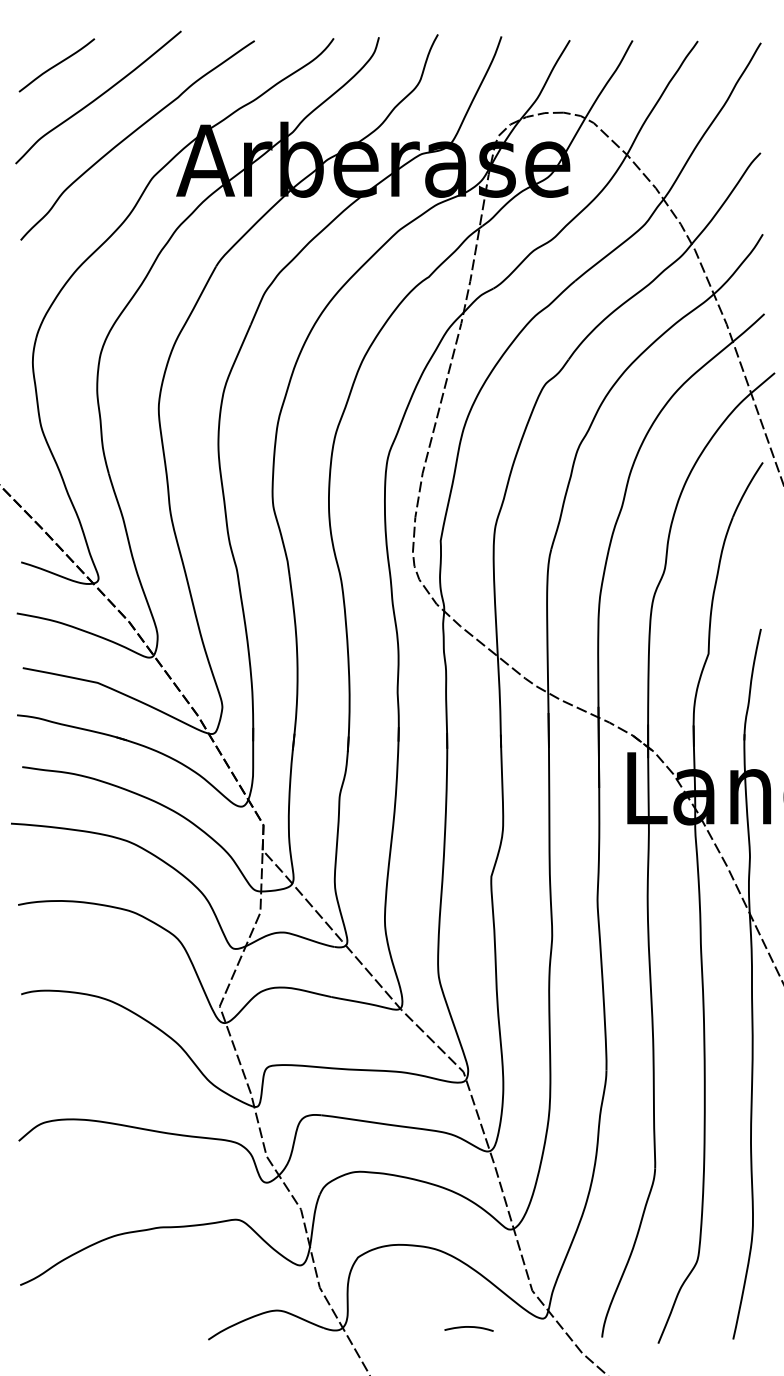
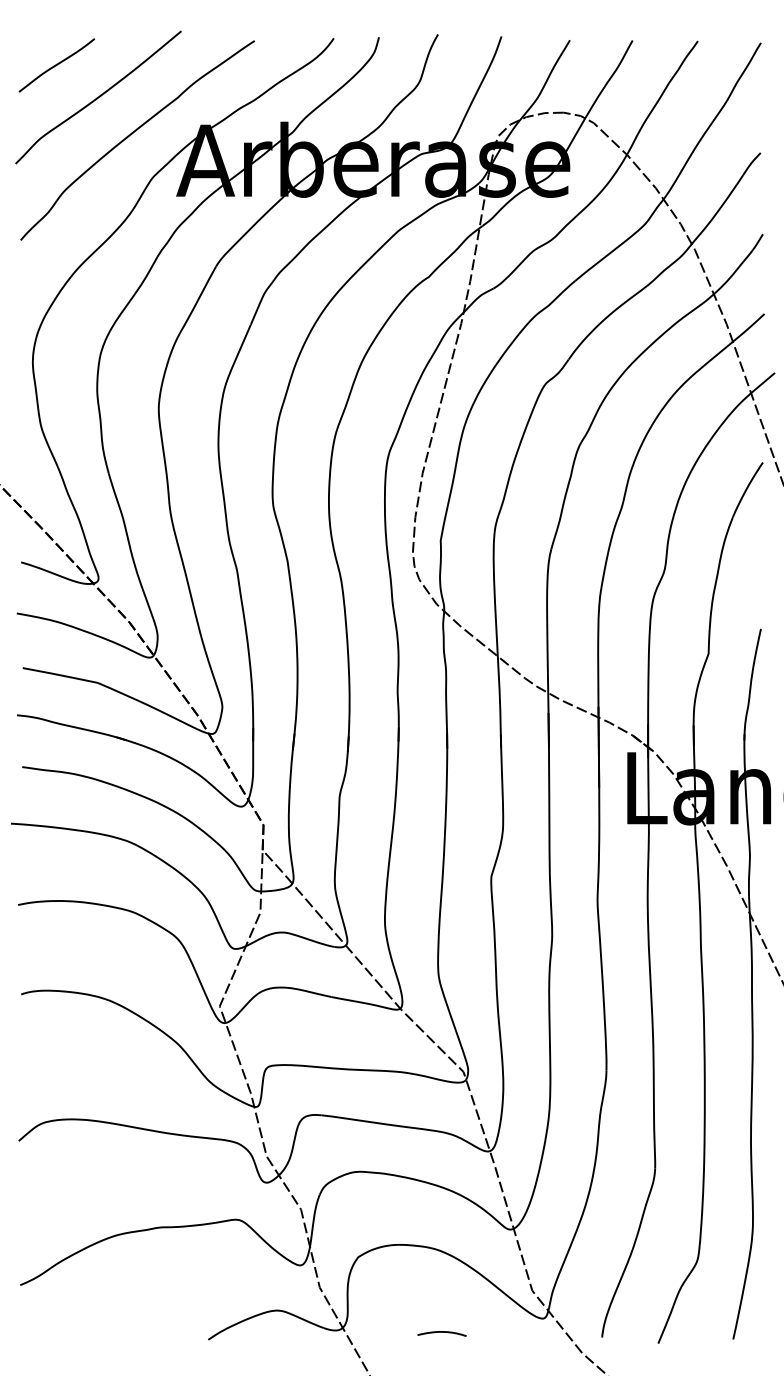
curve at (468, 1327) position: (468, 1327) -> (441, 1332)
